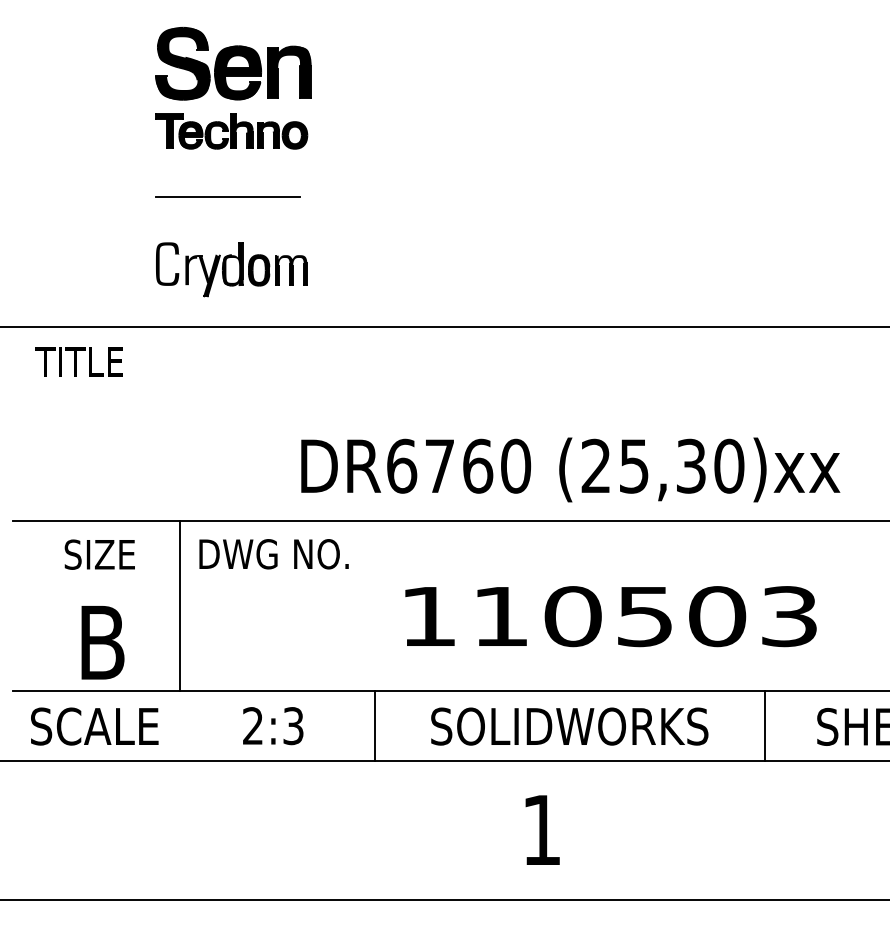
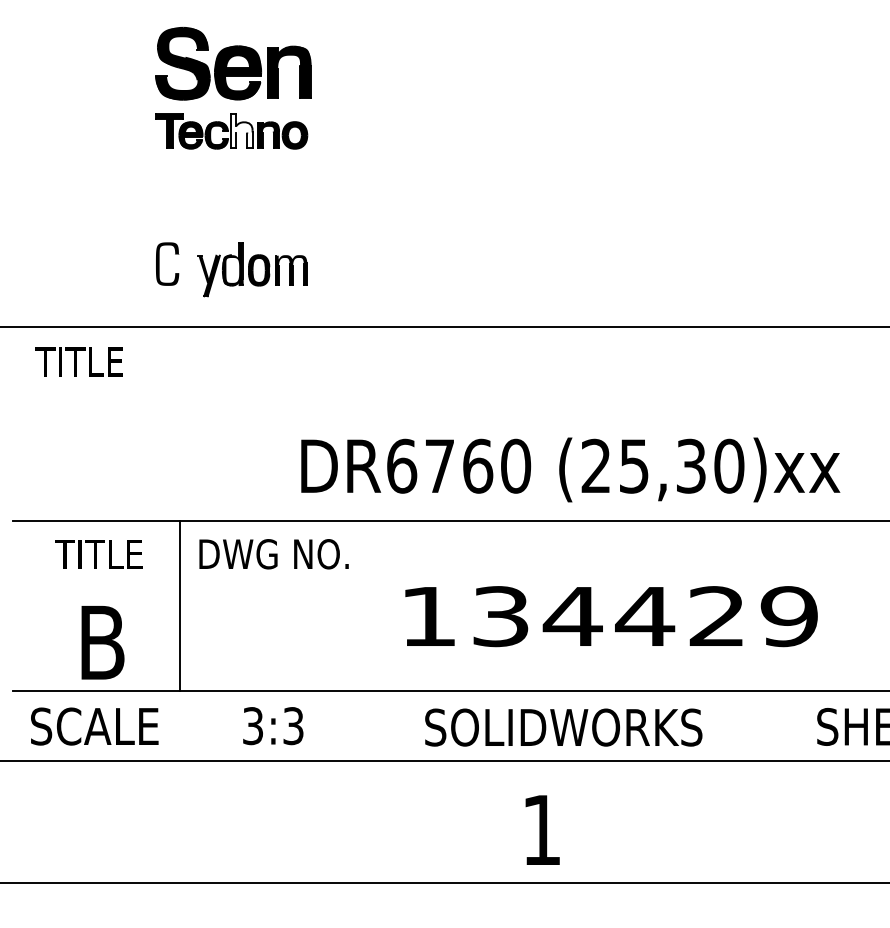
fill at (241, 130): present -> none
line at (227, 196): present -> none
fill at (191, 270): present -> none
text at (98, 554): SIZE -> TITLE
text at (645, 616): 110503 -> 134429
line at (375, 725): present -> none
line at (764, 725): present -> none
text at (252, 726): 2:3 -> 3:3
text at (569, 726) position: (569, 726) -> (563, 727)
line at (444, 900) position: (444, 900) -> (444, 883)
